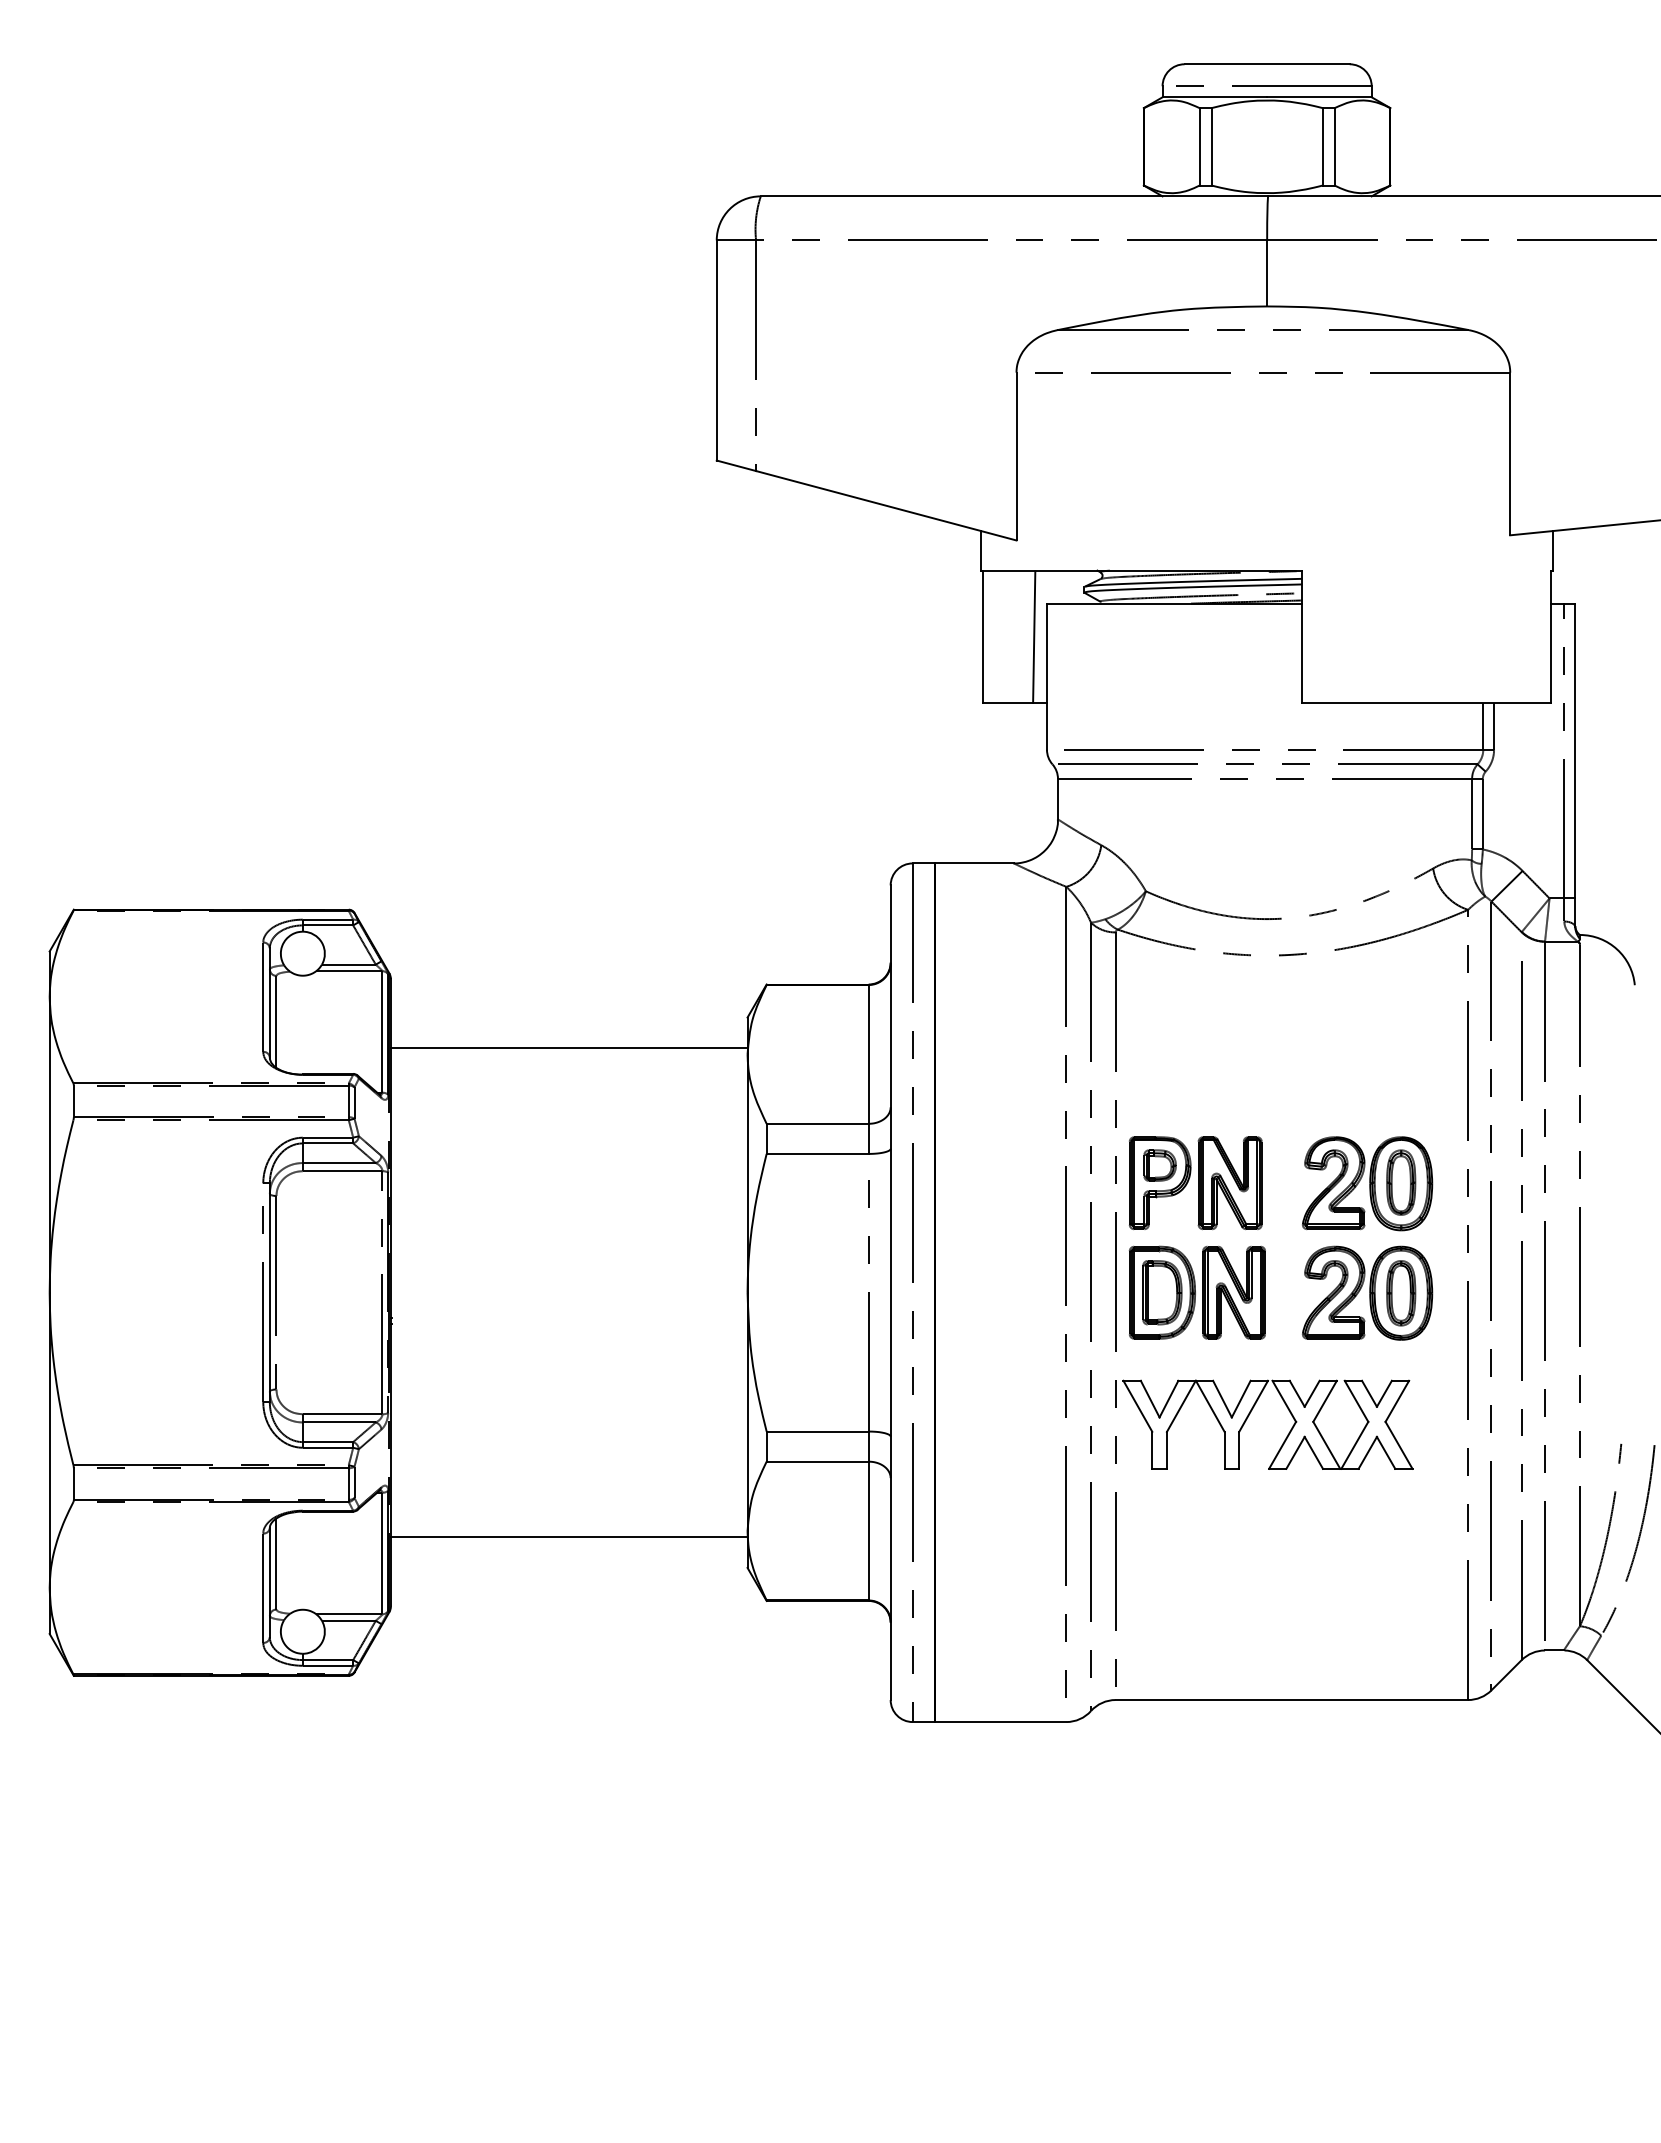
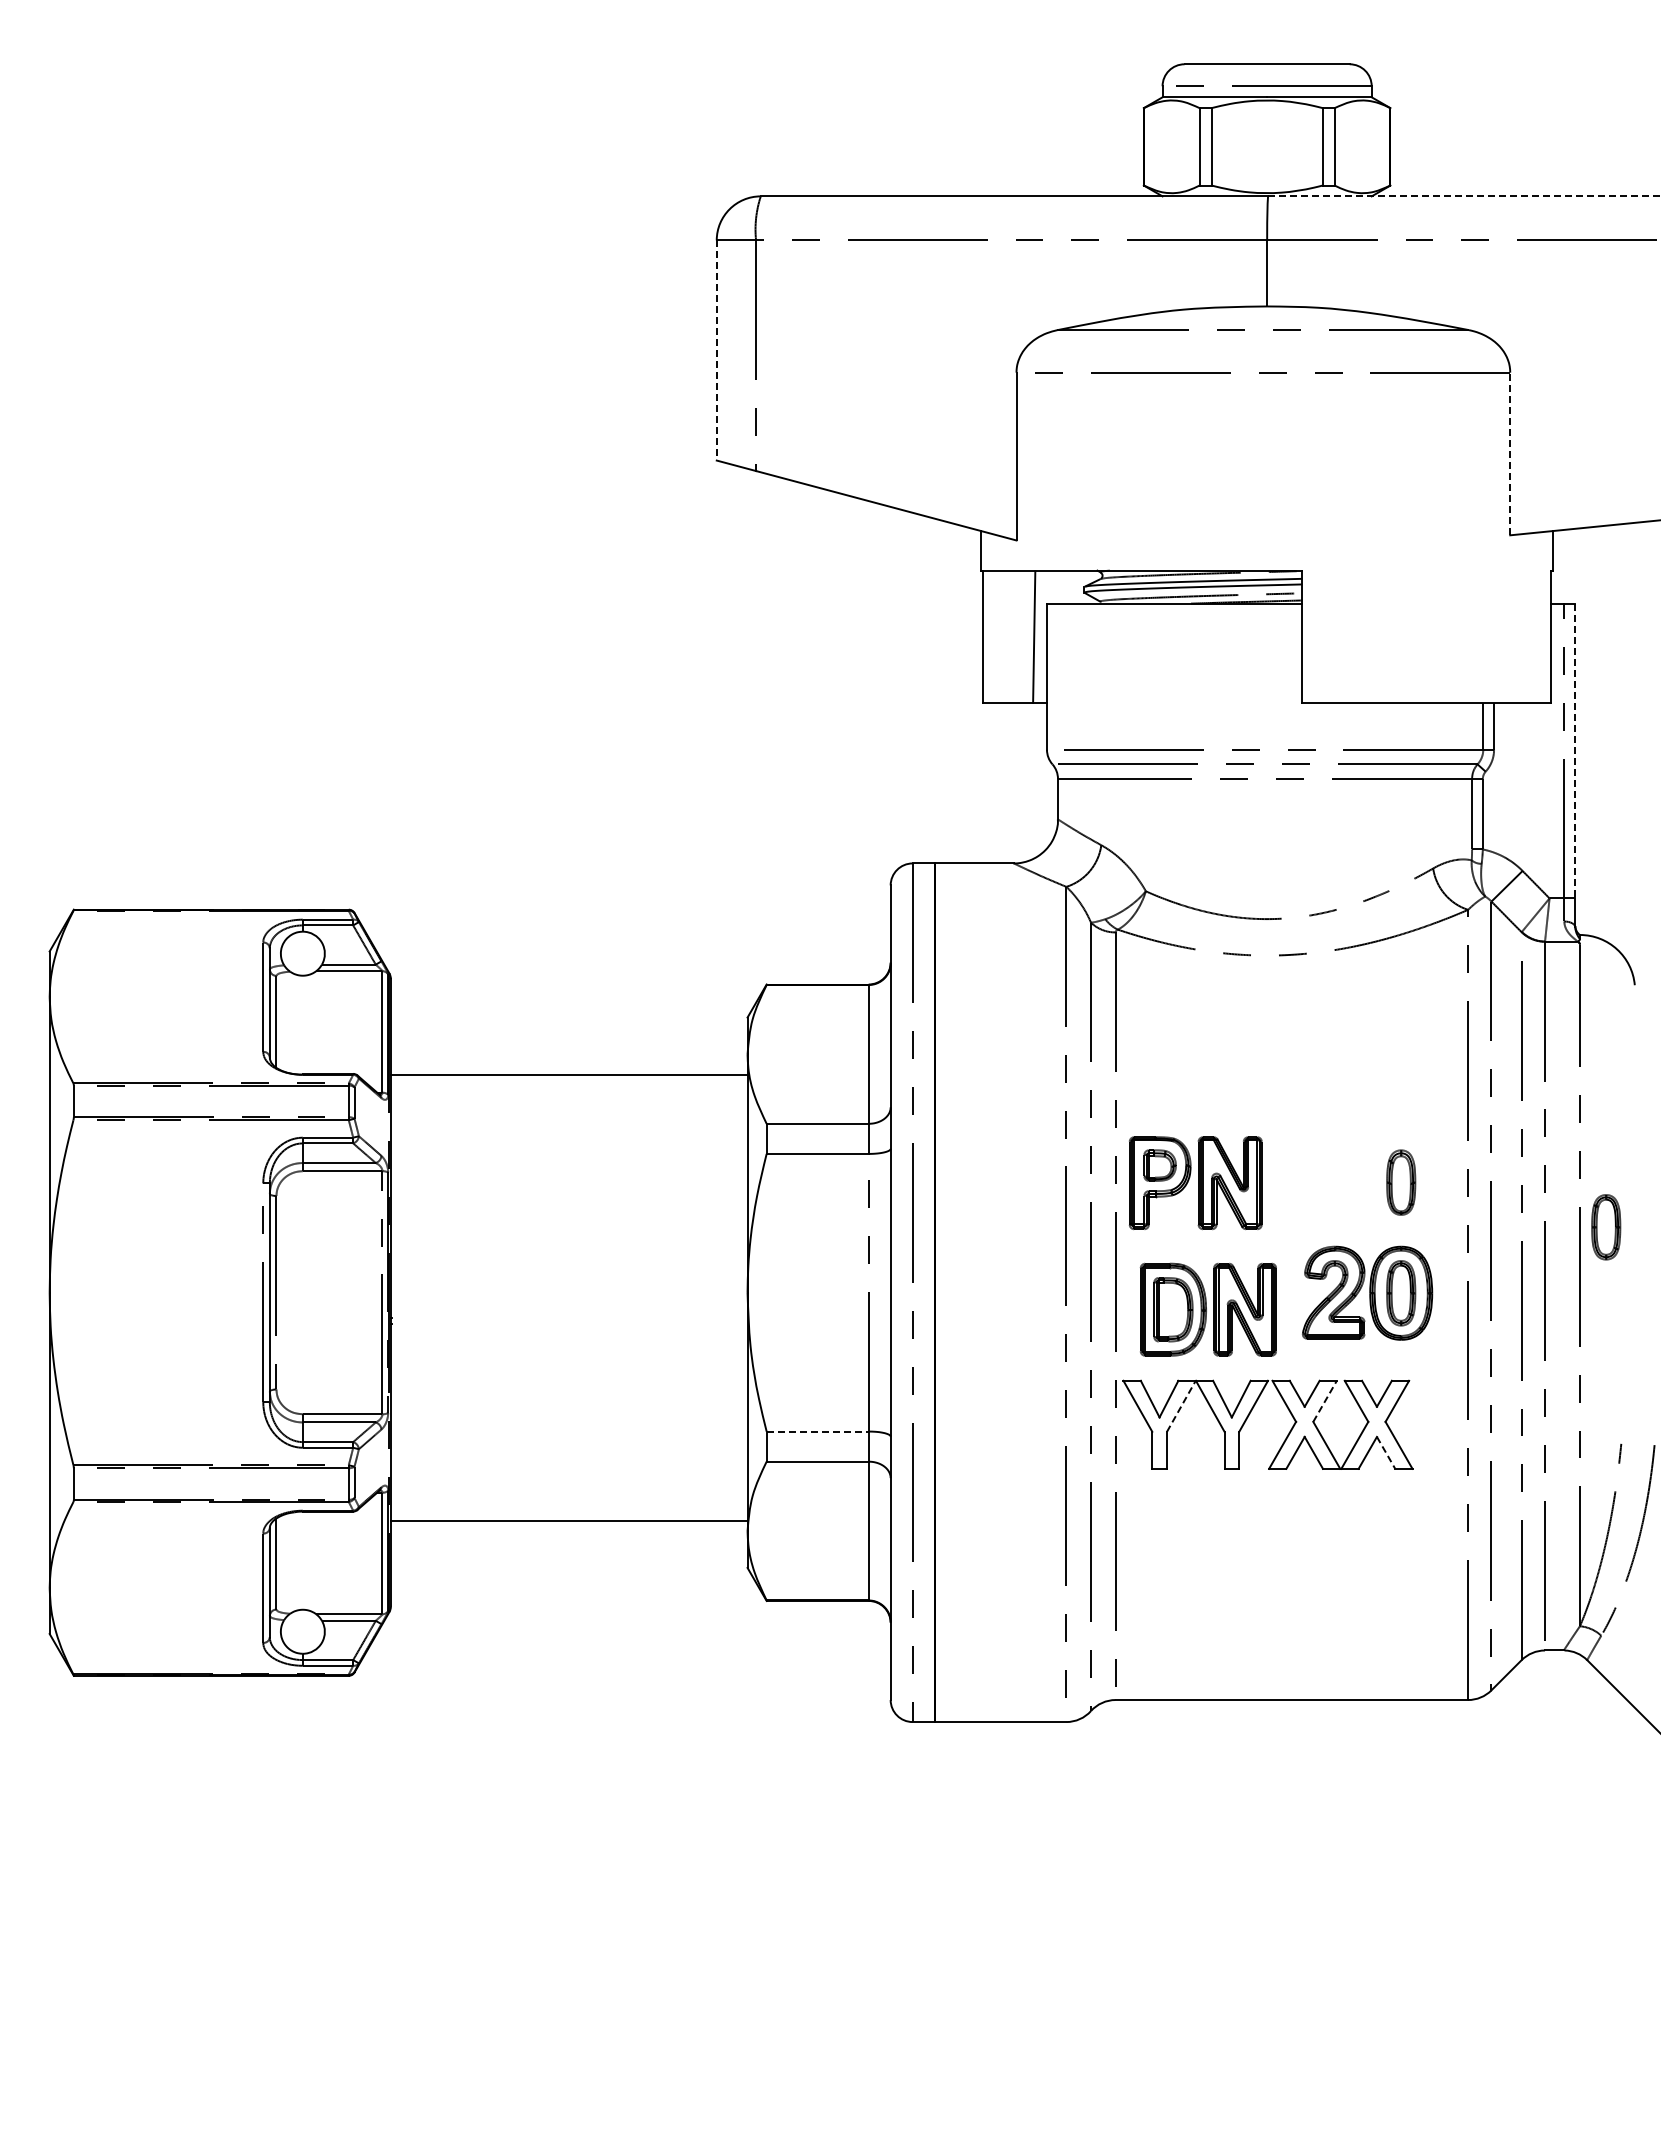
line at (1464, 196): solid -> dashed
line at (716, 350): solid -> dashed
line at (1510, 453): solid -> dashed
line at (1575, 751): solid -> dashed
line at (568, 1048) position: (568, 1048) -> (568, 1075)
part at (1367, 1183): present -> none
part at (1606, 1227): none -> present
part at (1196, 1292) position: (1196, 1292) -> (1207, 1309)
line at (1325, 1401): solid -> dashed
line at (1181, 1405): solid -> dashed
line at (817, 1431): solid -> dashed
line at (1386, 1453): solid -> dashed
line at (568, 1537) position: (568, 1537) -> (568, 1521)
